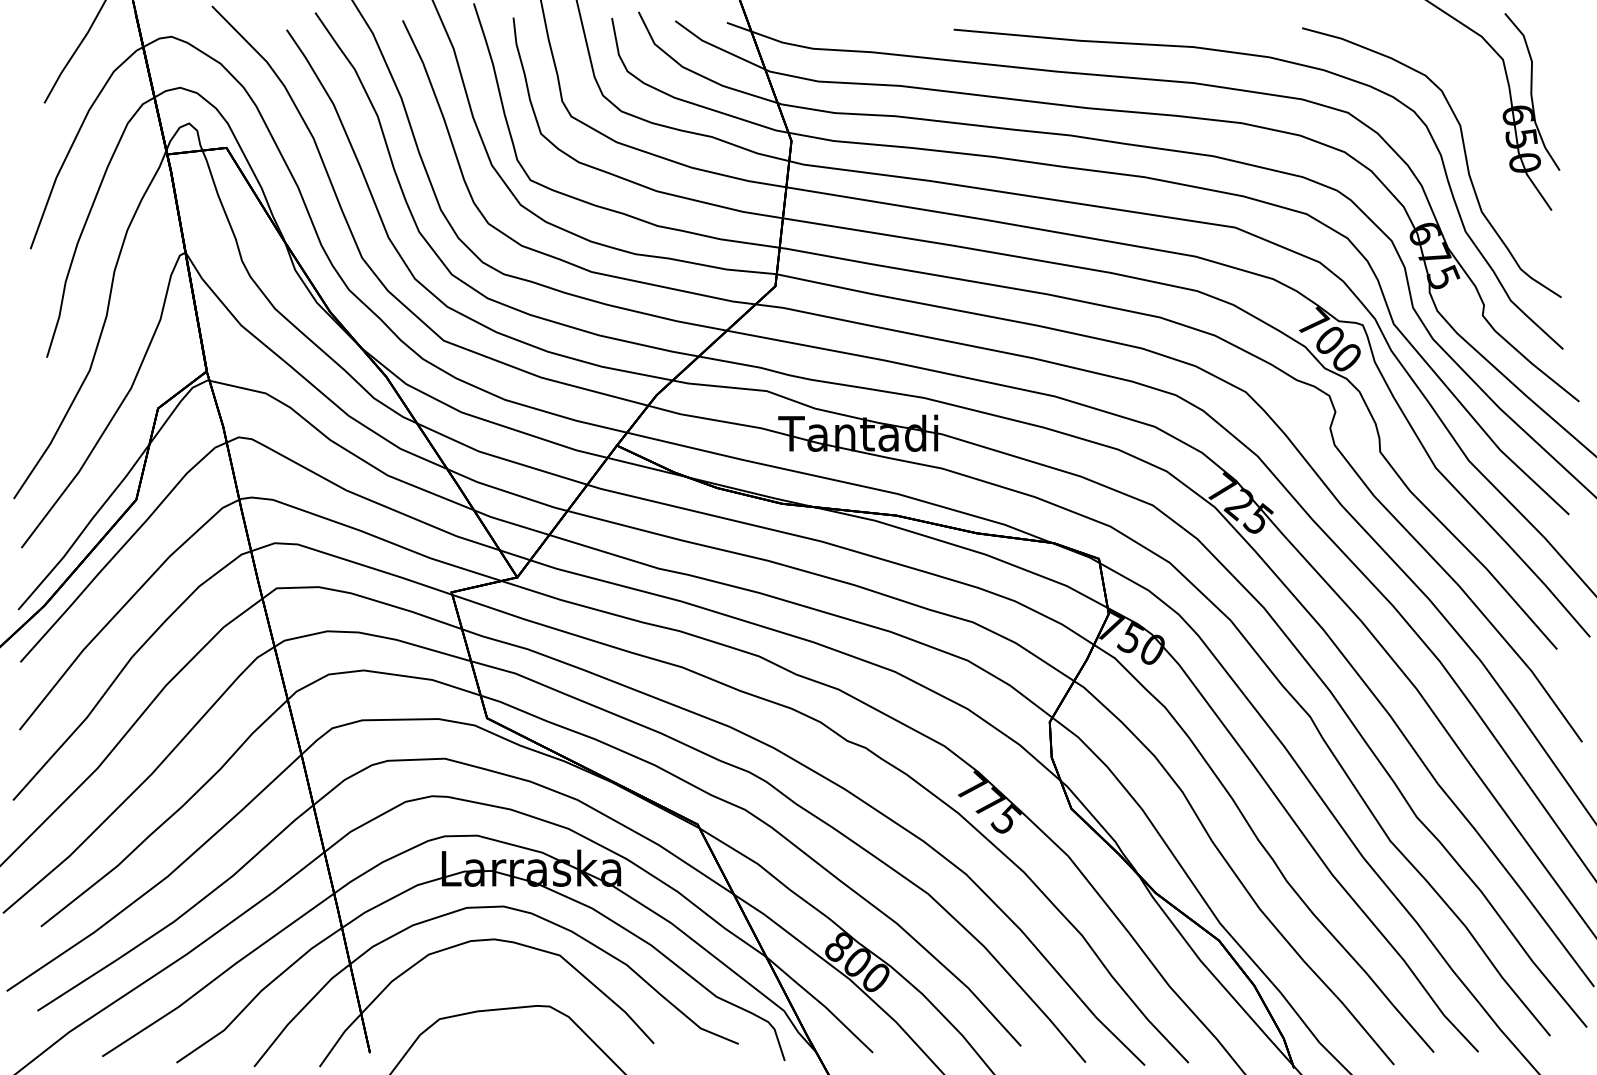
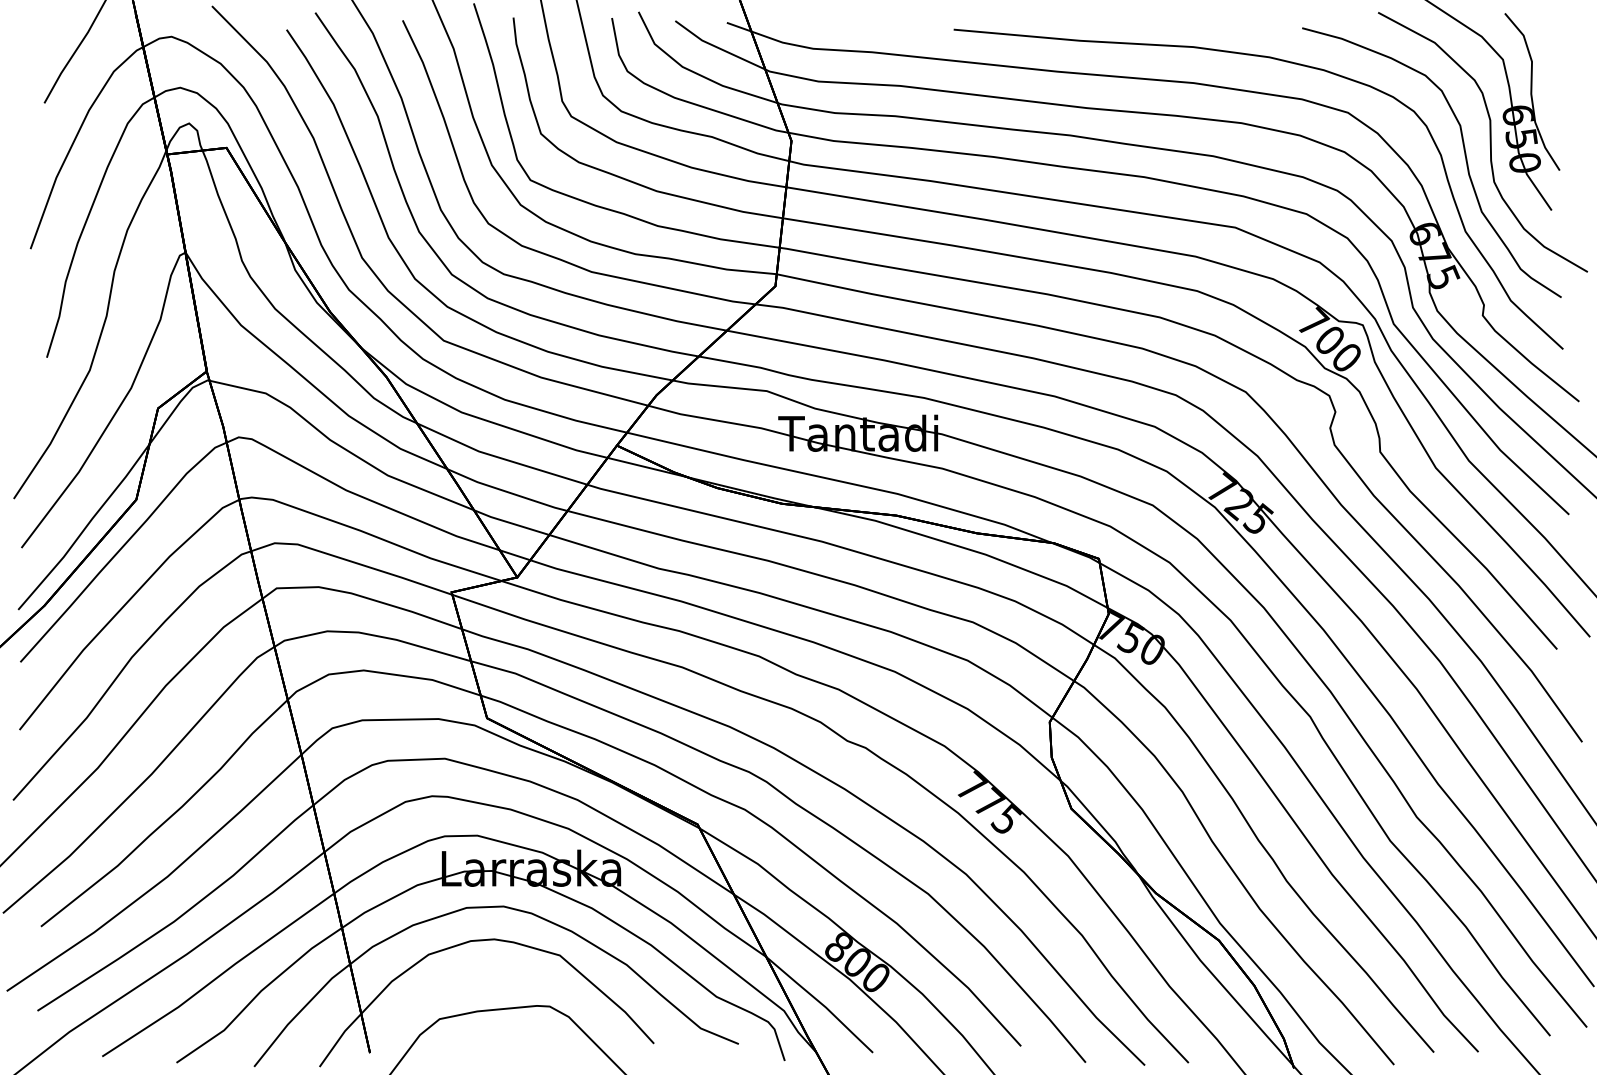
part at (1483, 142): none -> present
